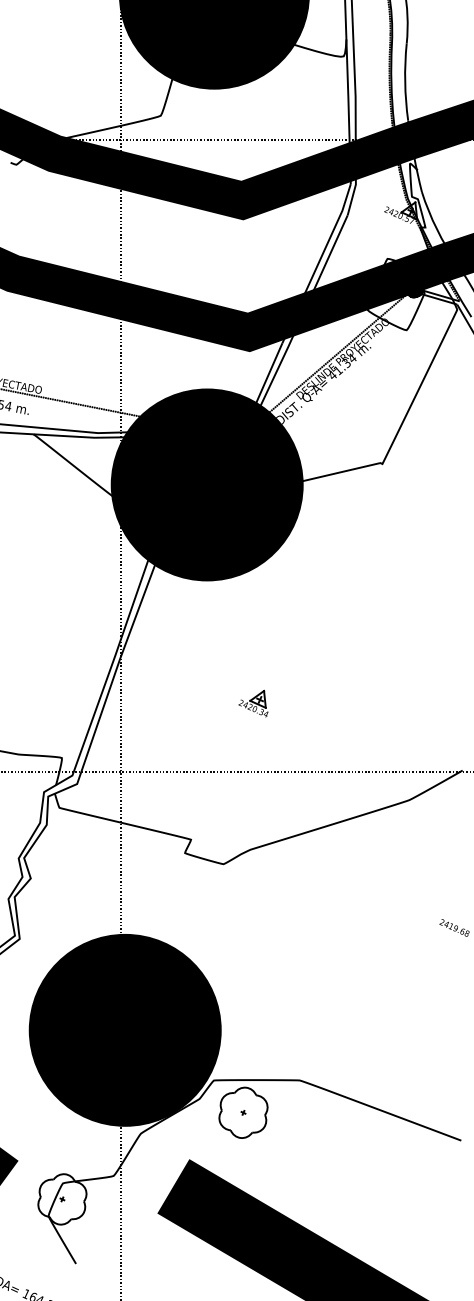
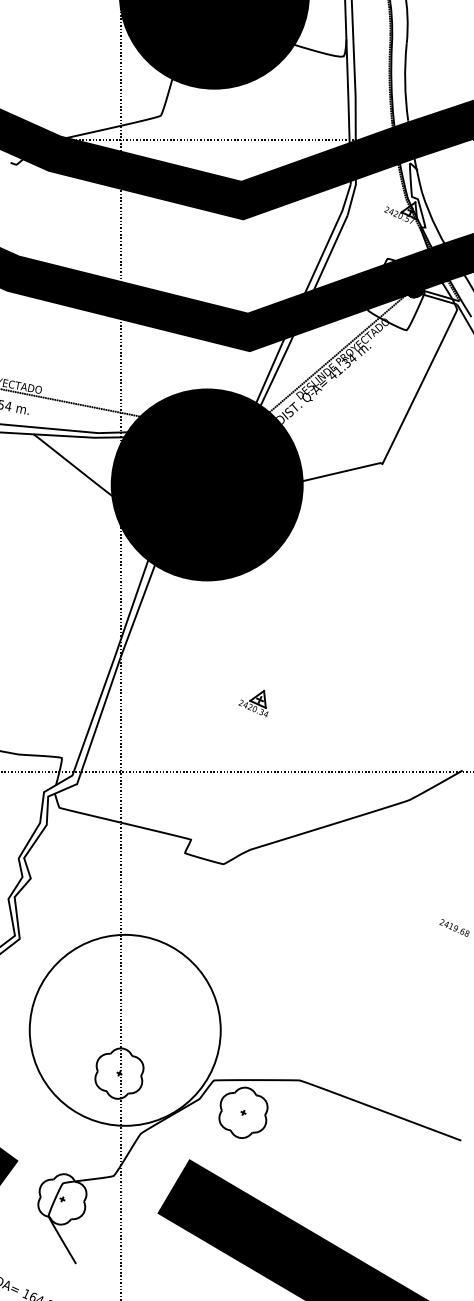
fill at (124, 1029): present -> none
